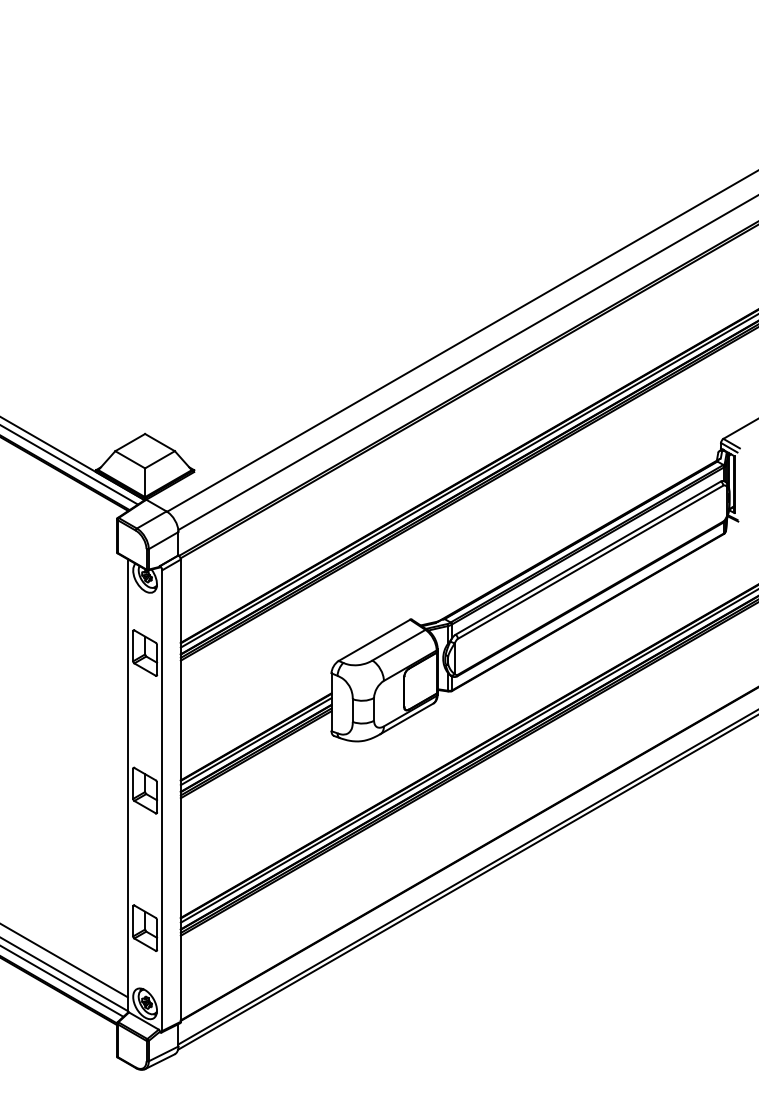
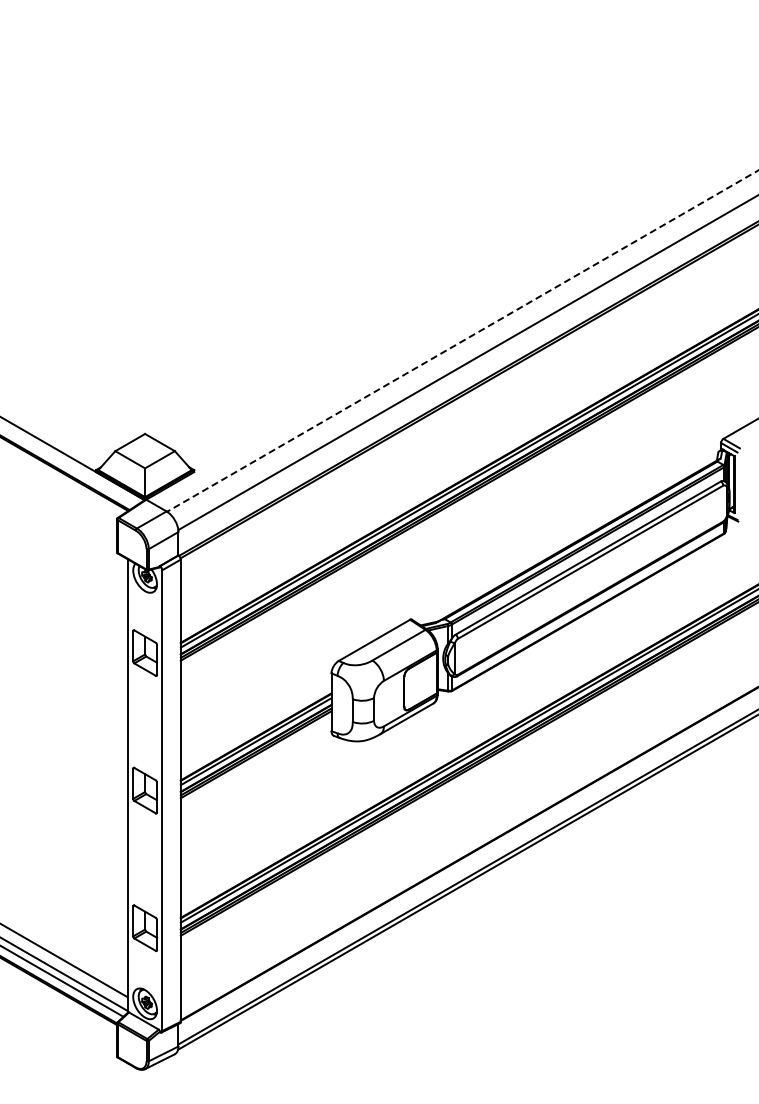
line at (462, 341): solid -> dashed
line at (70, 465): present -> none
